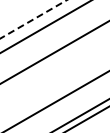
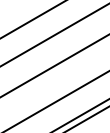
line at (34, 19): dashed -> solid
line at (45, 26) position: (45, 26) -> (54, 35)
line at (54, 52) position: (54, 52) -> (54, 65)
